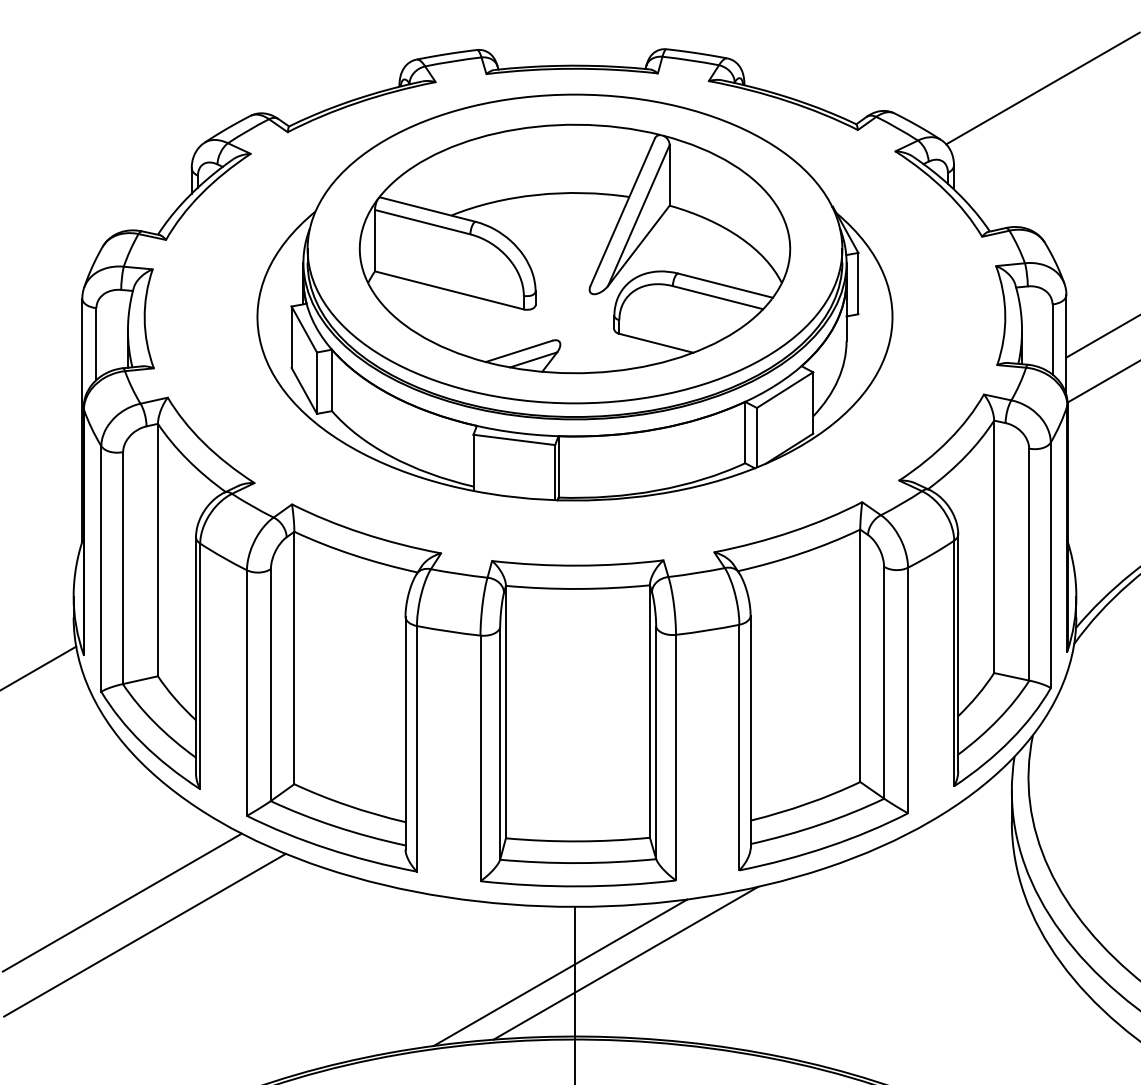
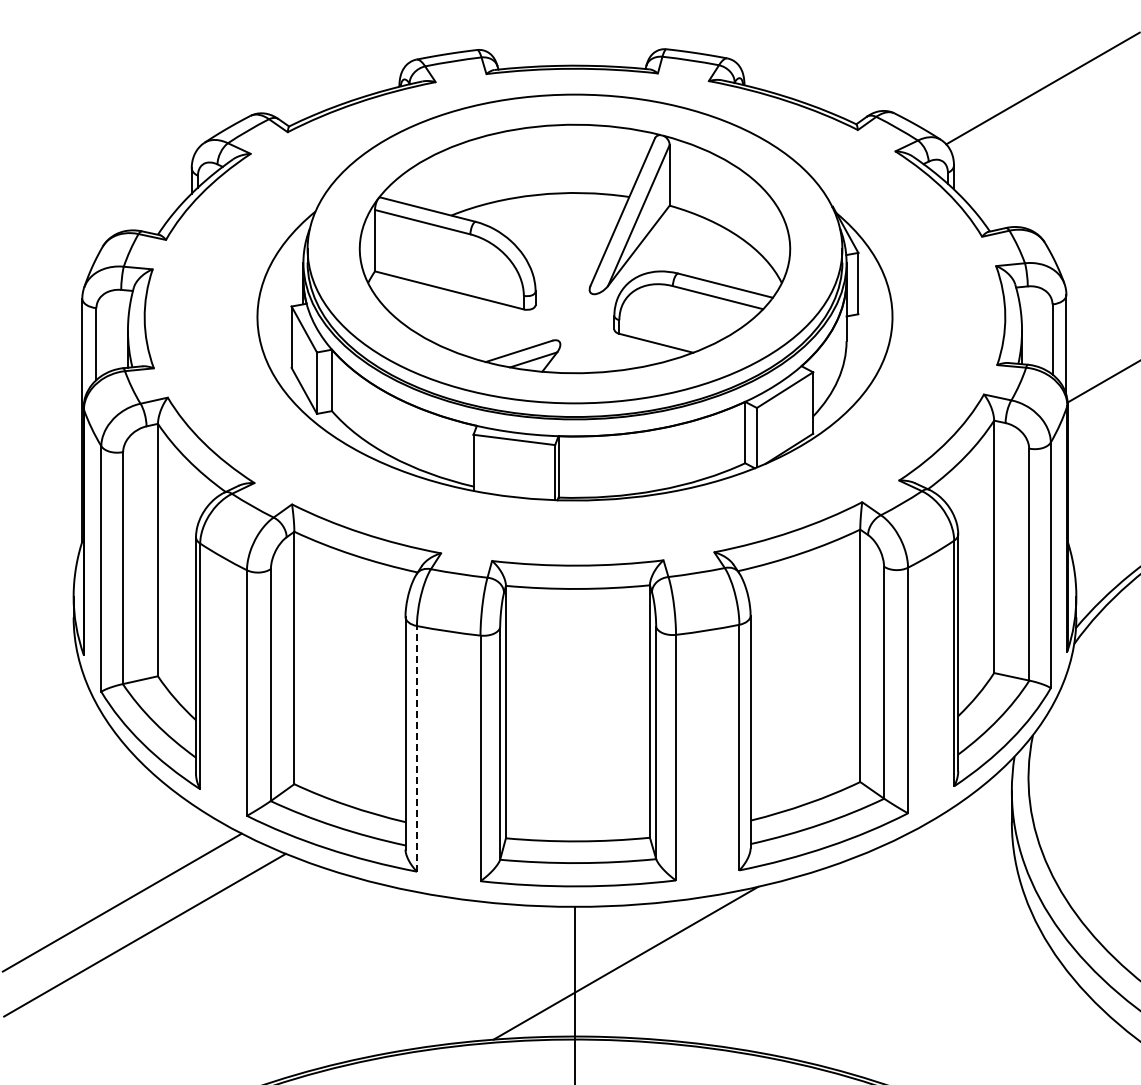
line at (1101, 336): present -> none
line at (39, 667): present -> none
line at (416, 748): solid -> dashed
line at (560, 972): present -> none
